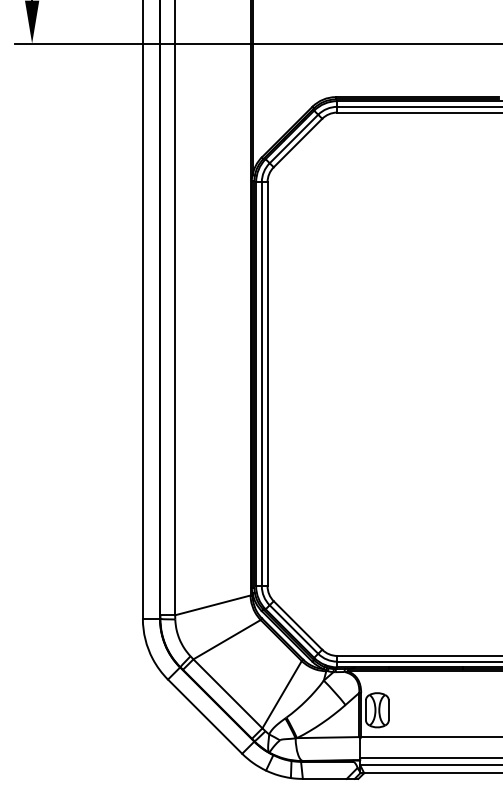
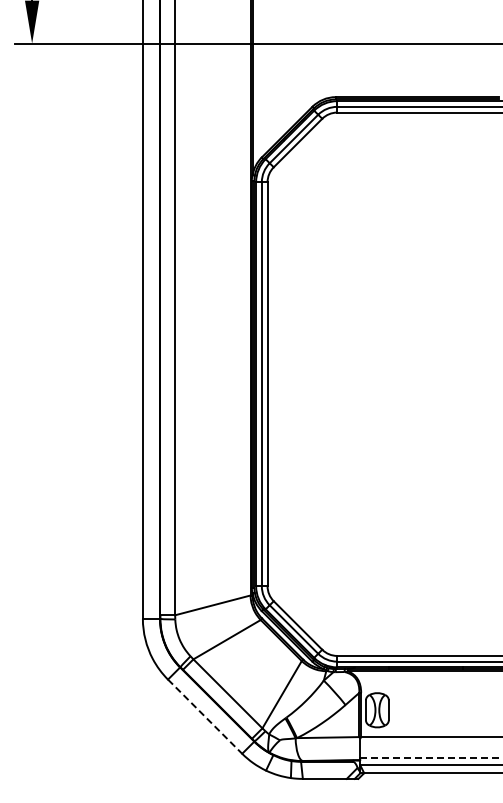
line at (205, 717): solid -> dashed
line at (431, 758): solid -> dashed
